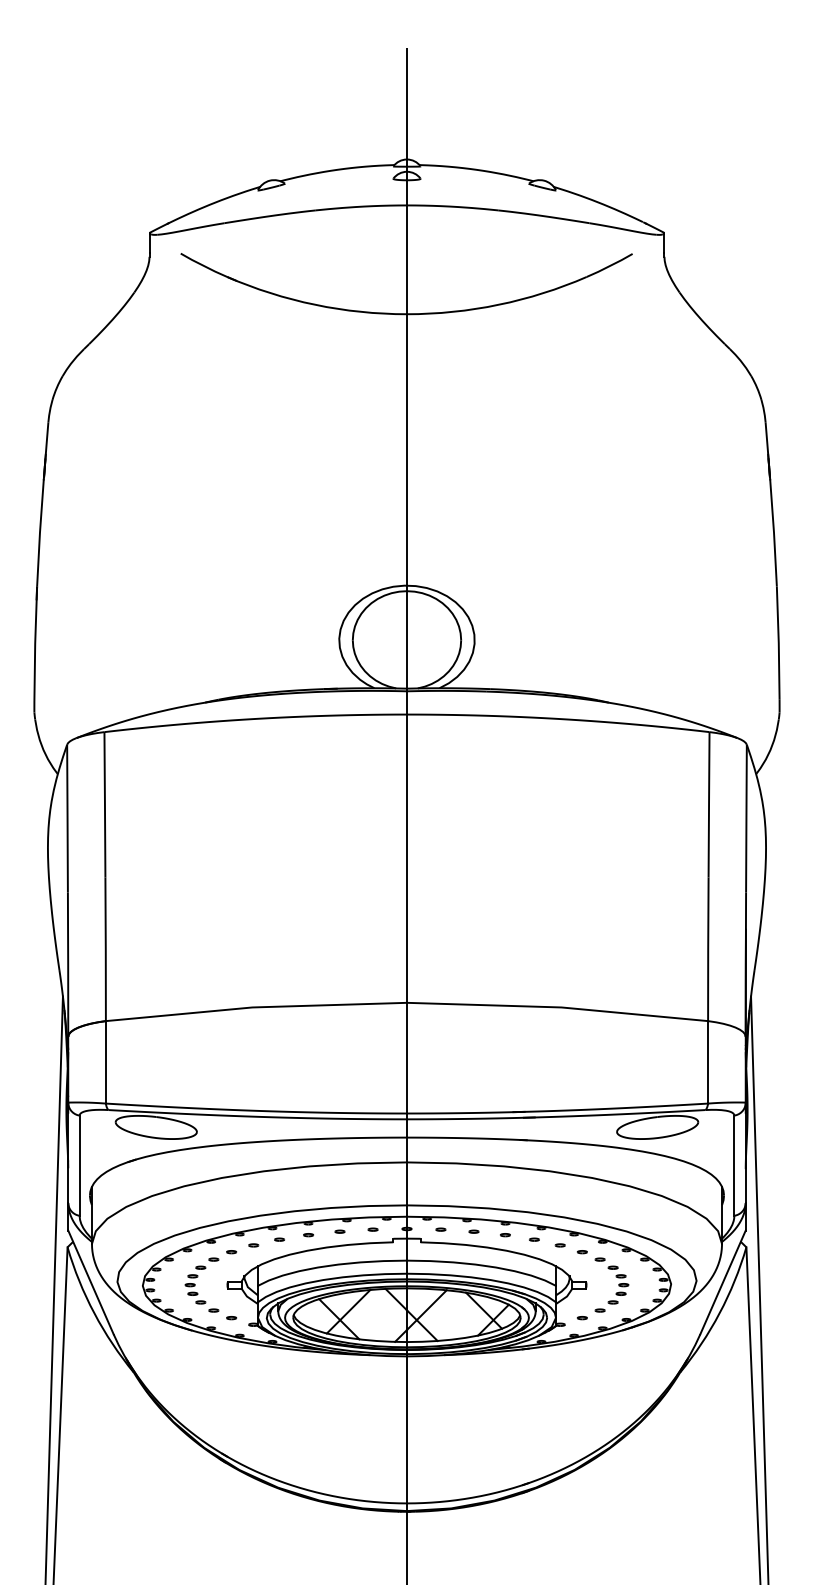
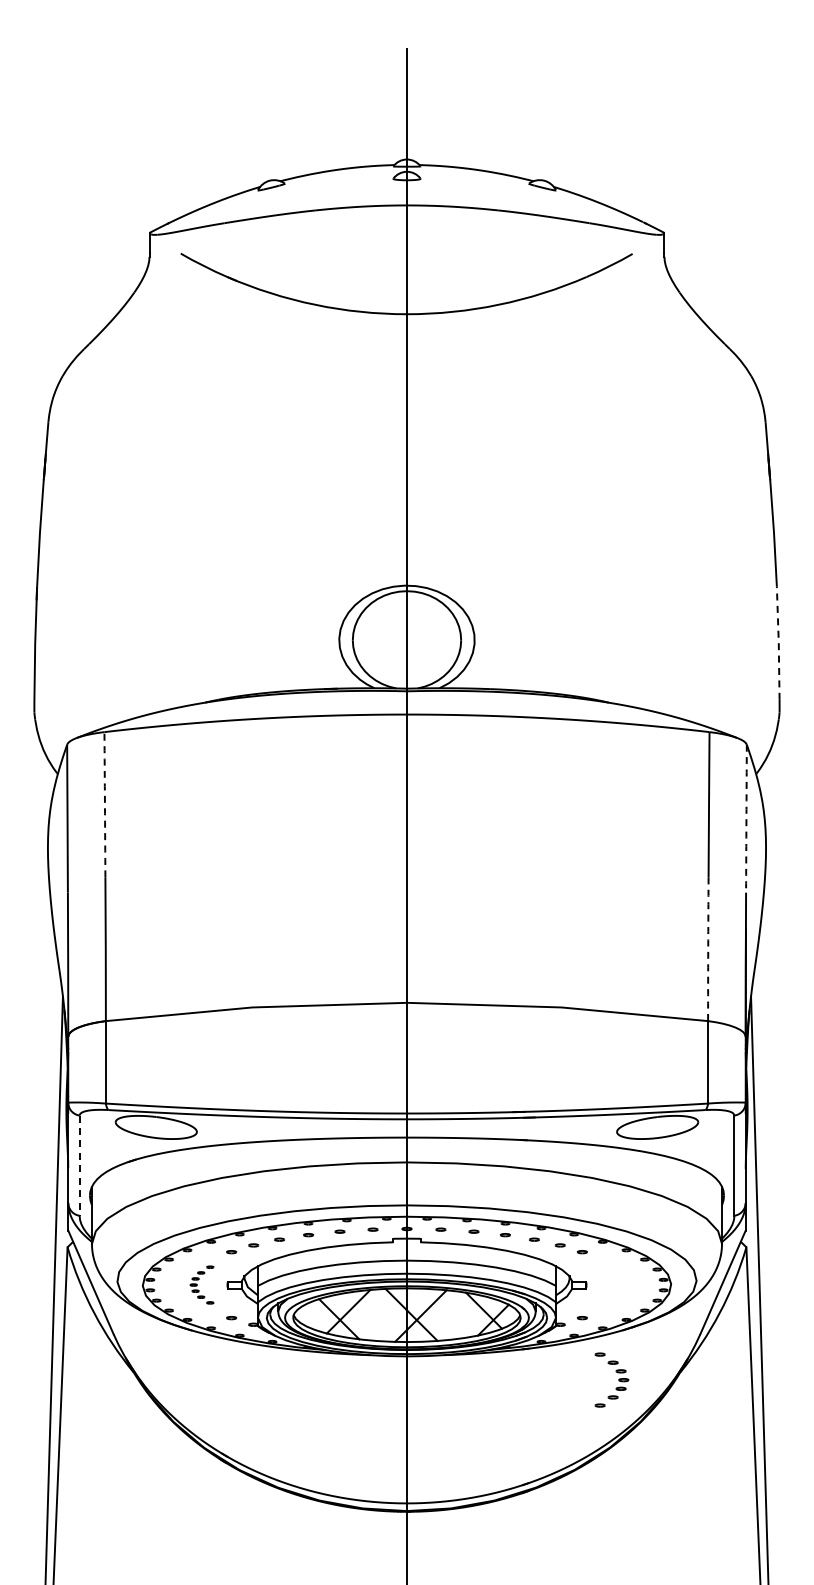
line at (778, 643): solid -> dashed
arc at (104, 804): solid -> dashed
arc at (746, 818): solid -> dashed
arc at (708, 949): solid -> dashed
line at (79, 1166): solid -> dashed
part at (201, 1284) size: 36x56 px -> 26x40 px
part at (618, 1284) position: (618, 1284) -> (618, 1379)
